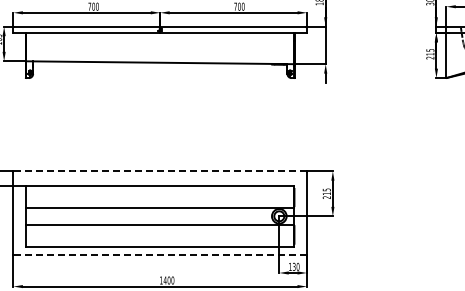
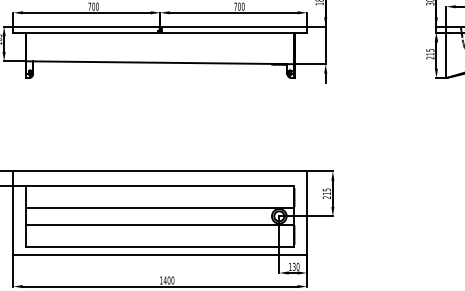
line at (160, 171): dashed -> solid
line at (160, 255): dashed -> solid
